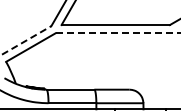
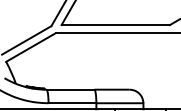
line at (118, 33): dashed -> solid
line at (27, 40): dashed -> solid
